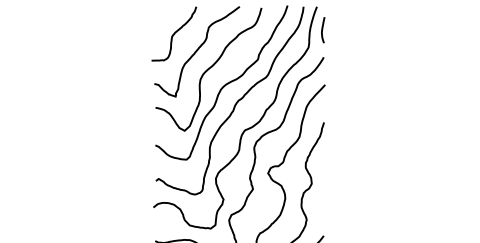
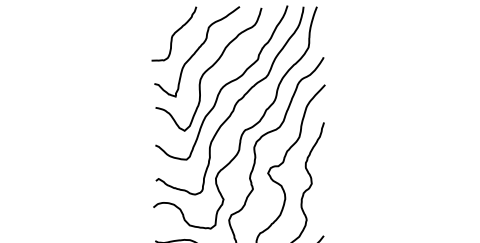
curve at (323, 29): present -> none
